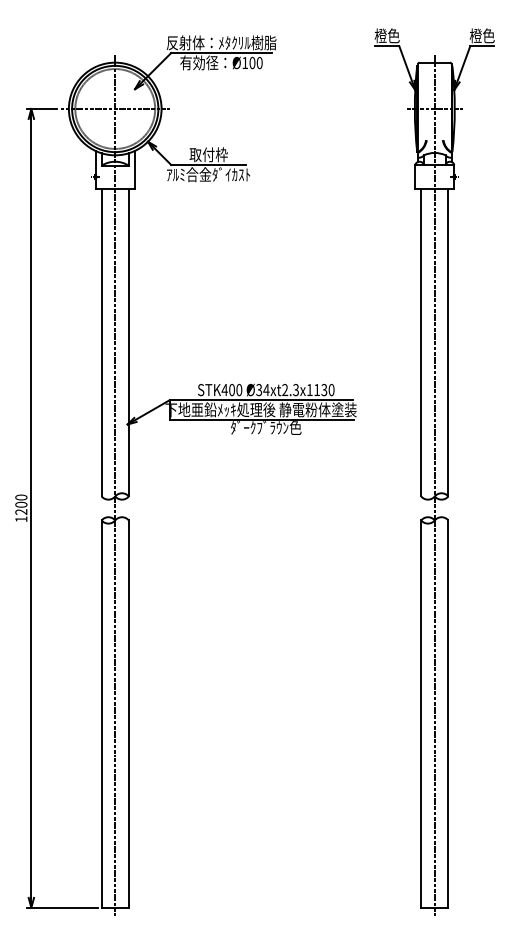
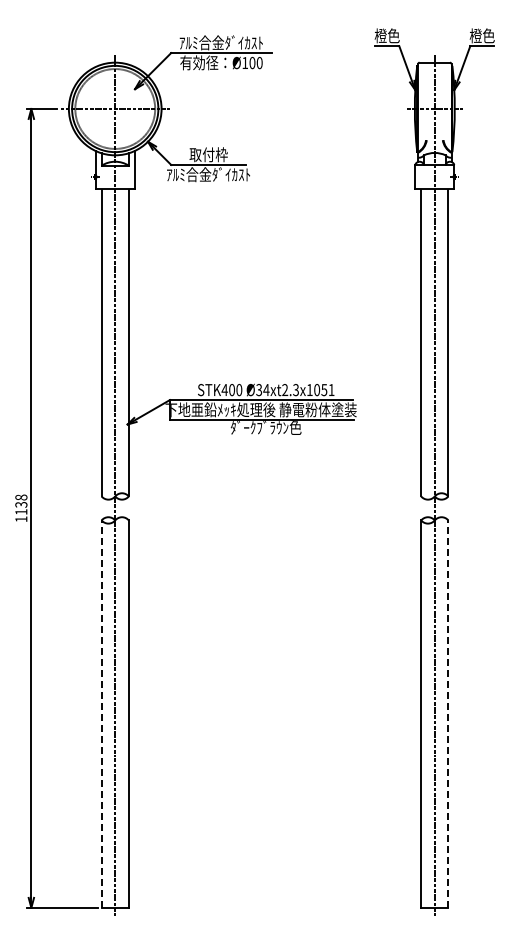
text at (221, 42): 反射体：ﾒﾀｸﾘﾙ樹脂 -> ｱﾙﾐ合金ﾀﾞｲｶｽﾄ
text at (324, 390): Ø34xt2.3x1130 -> Ø34xt2.3x1051
text at (21, 504): 1200 -> 1138
line at (101, 714): solid -> dashed
line at (448, 714): solid -> dashed
